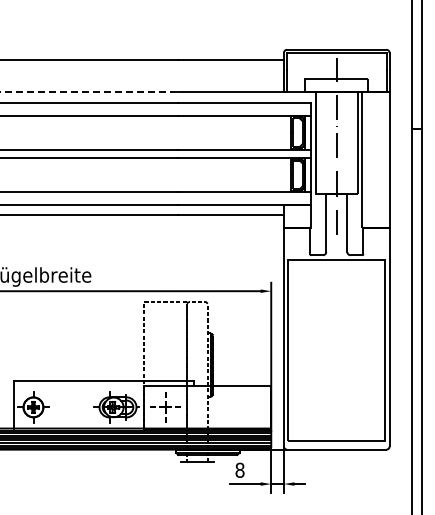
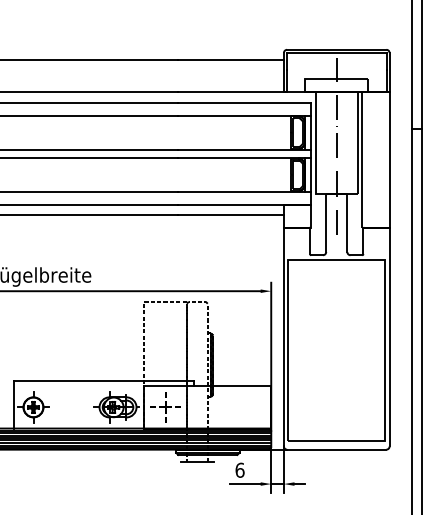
line at (89, 92): dashed -> solid
text at (239, 469): 8 -> 6
